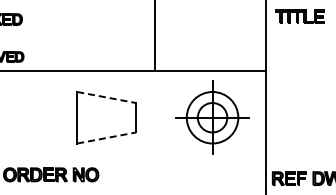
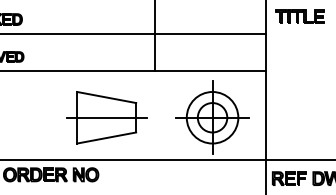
line at (133, 34): none -> present
line at (106, 97): dashed -> solid
line at (106, 117): none -> present
line at (106, 138): dashed -> solid
line at (167, 159): none -> present
